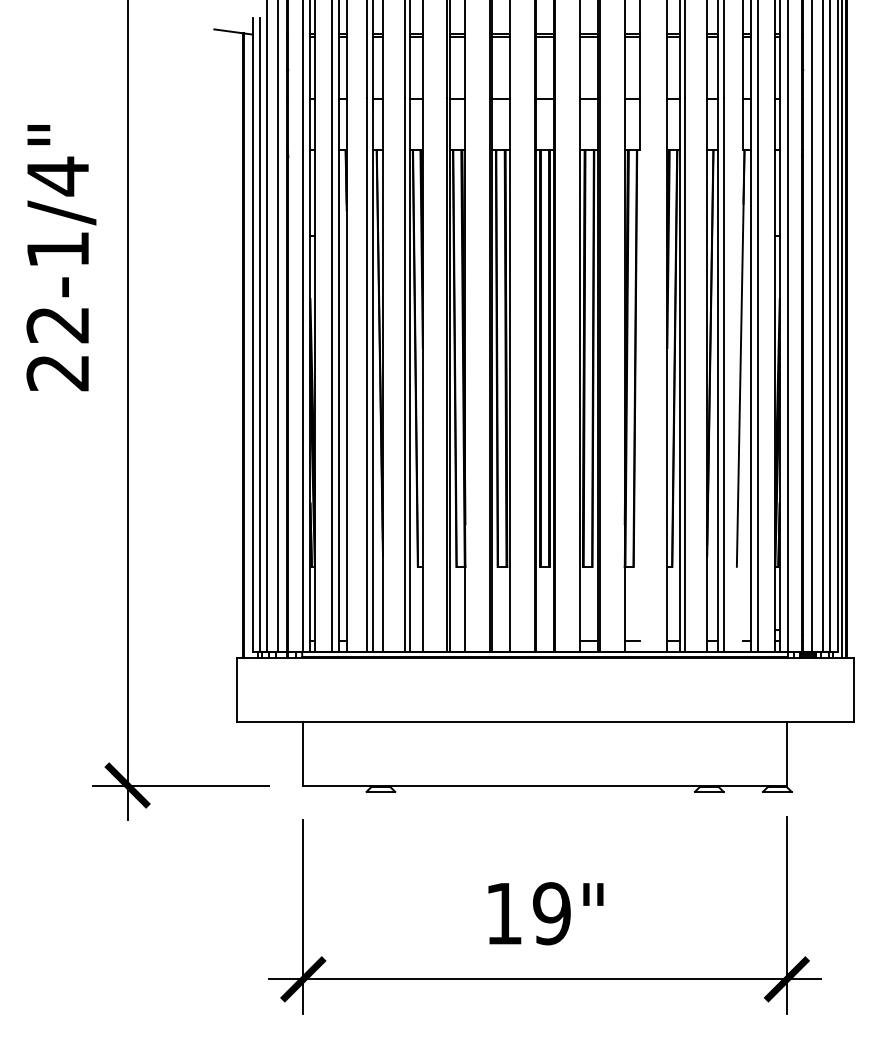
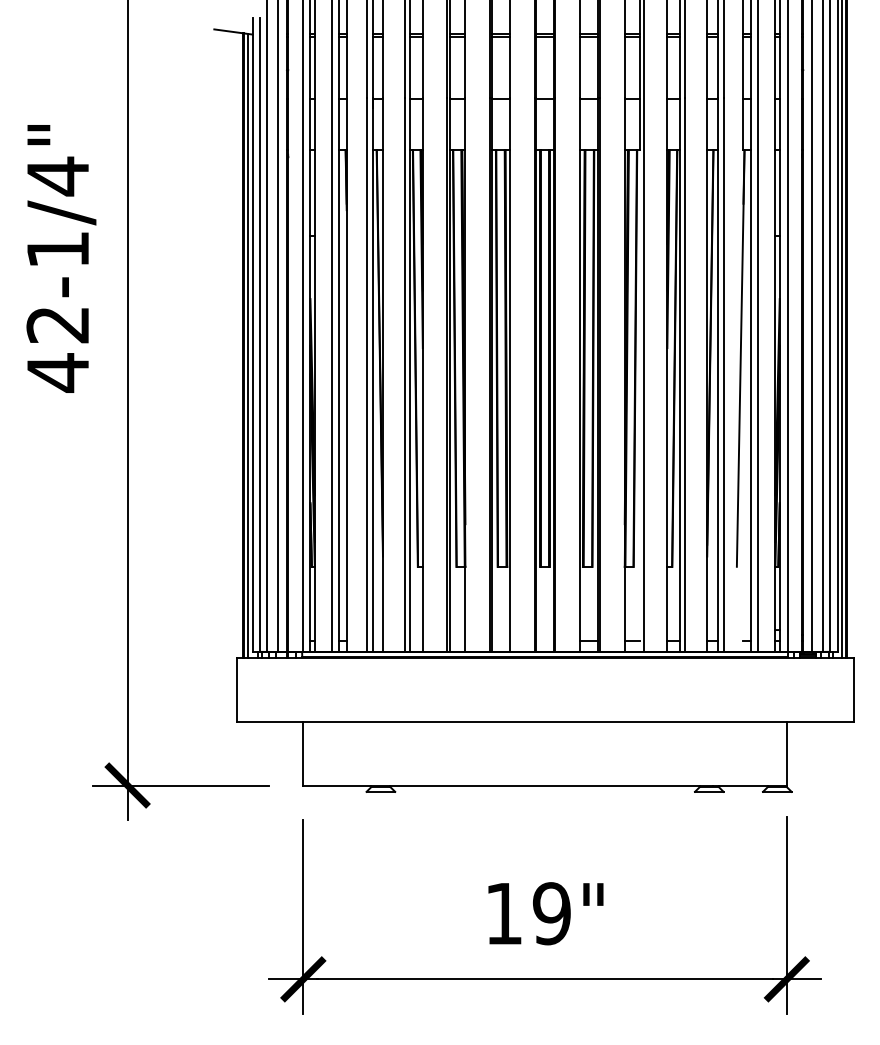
line at (643, 326): none -> present
line at (248, 345): none -> present
text at (57, 372): 22-1/4" -> 42-1/4"
